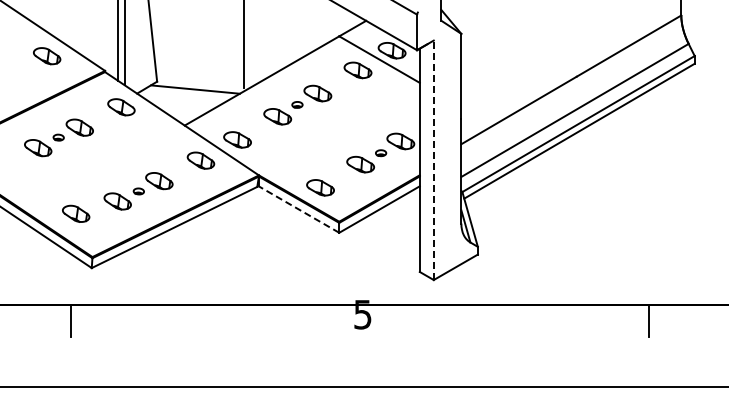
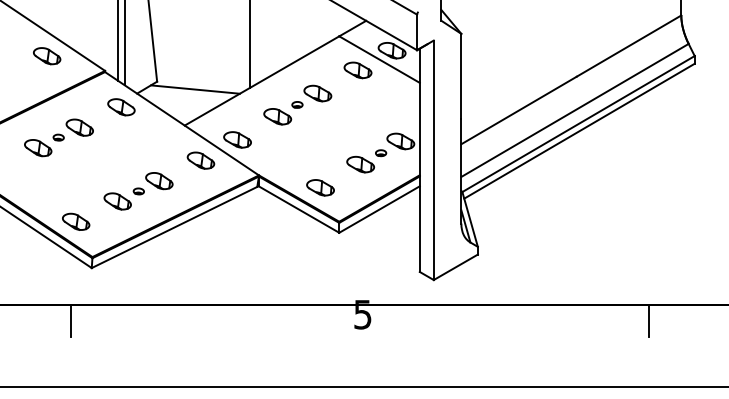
line at (243, 45) position: (243, 45) -> (249, 45)
line at (433, 160): dashed -> solid
line at (298, 209): dashed -> solid
part at (76, 213) position: (76, 213) -> (76, 221)
